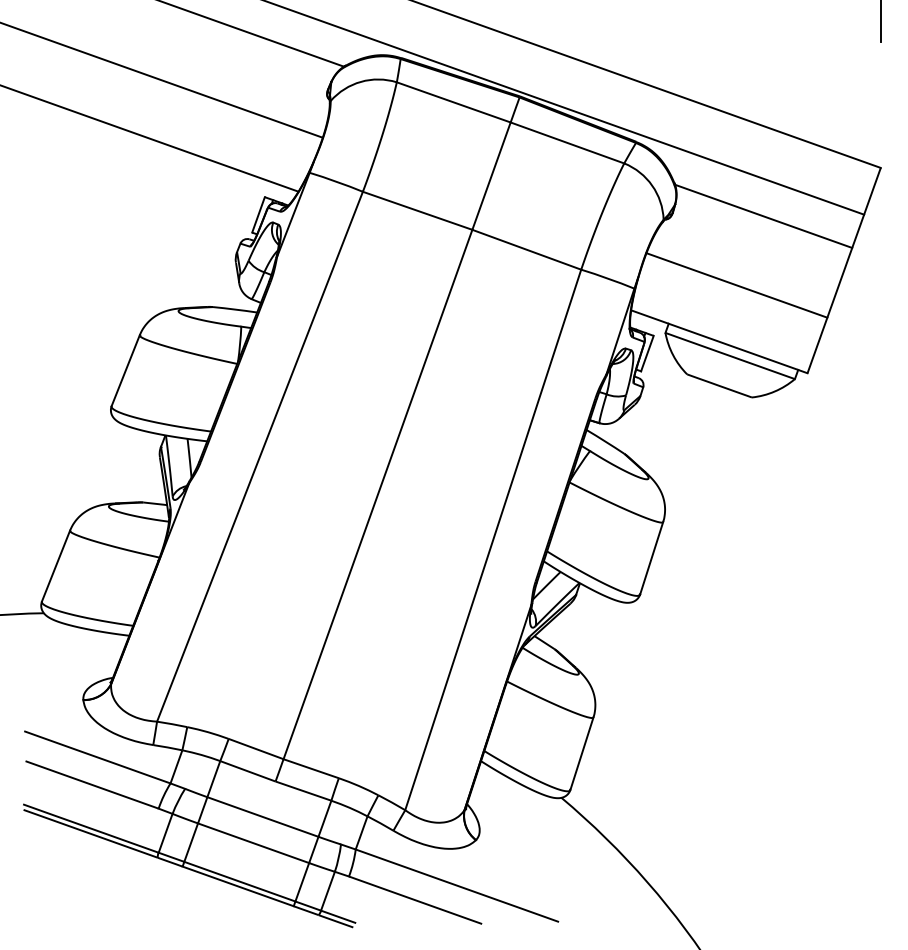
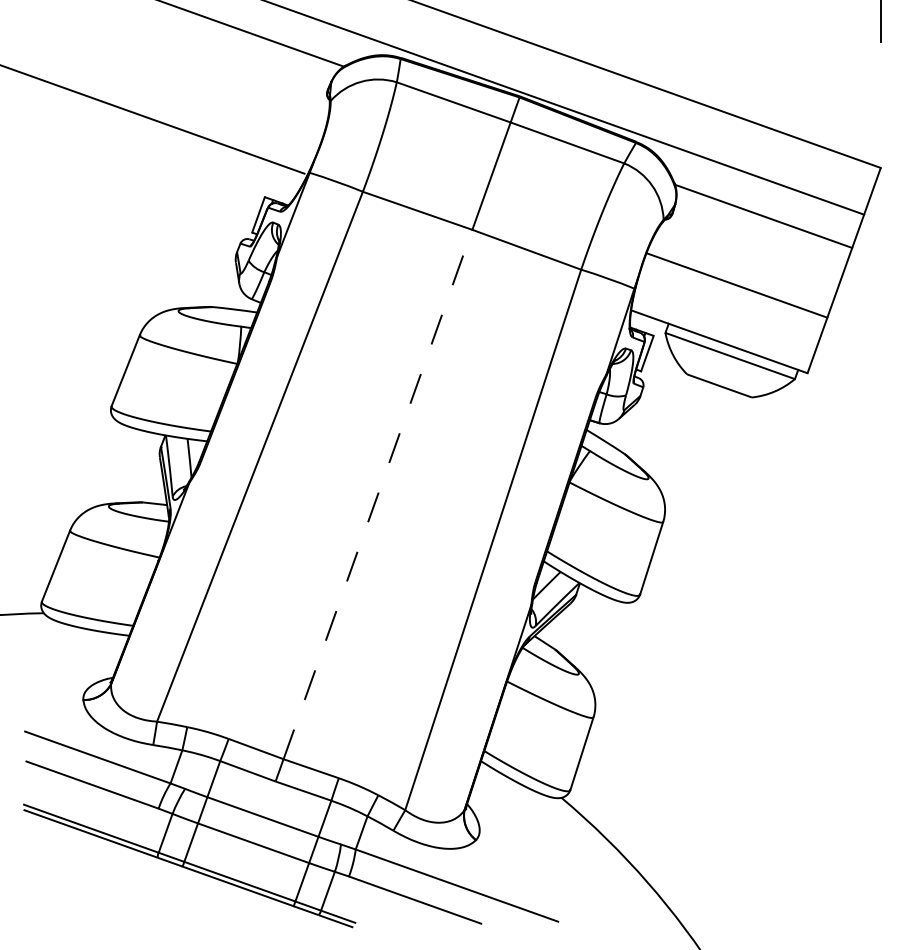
line at (162, 80): present -> none
line at (150, 138) position: (150, 138) -> (153, 119)
line at (378, 494): solid -> dashed
